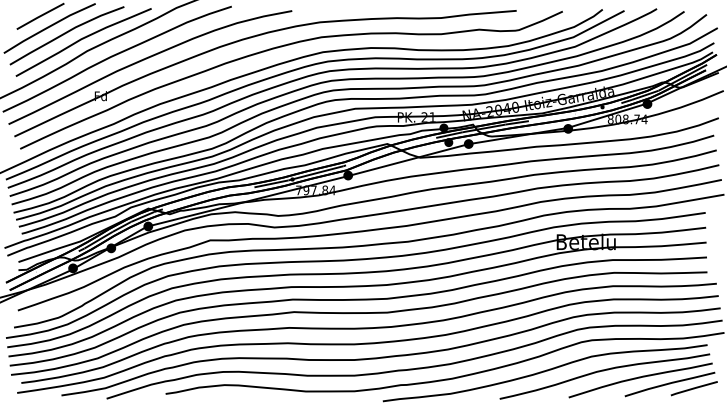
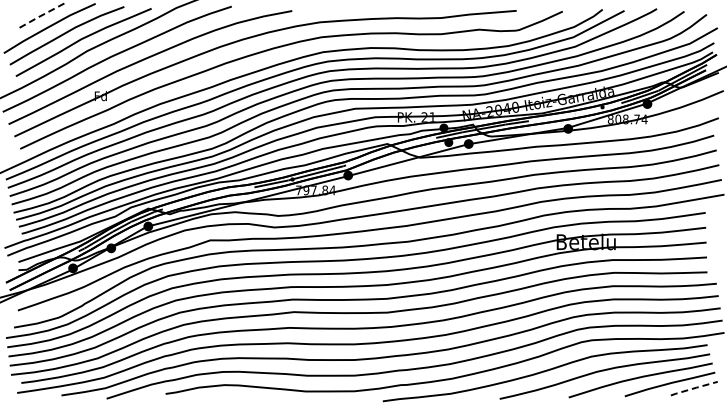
line at (40, 16): solid -> dashed
line at (694, 388): solid -> dashed
